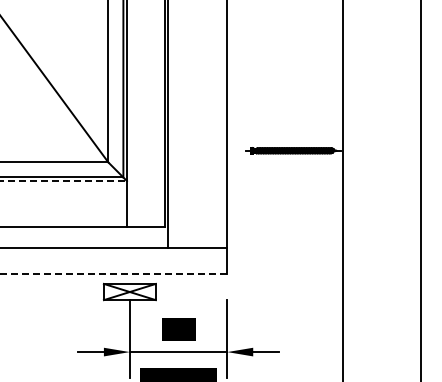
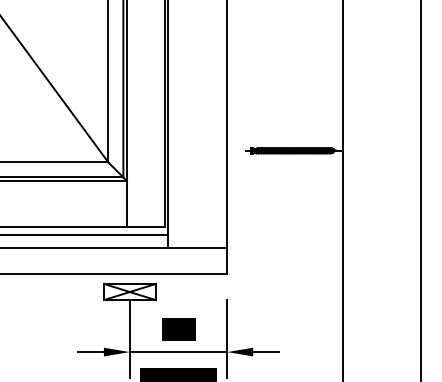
line at (64, 181): dashed -> solid
line at (85, 235): none -> present
line at (113, 274): dashed -> solid
